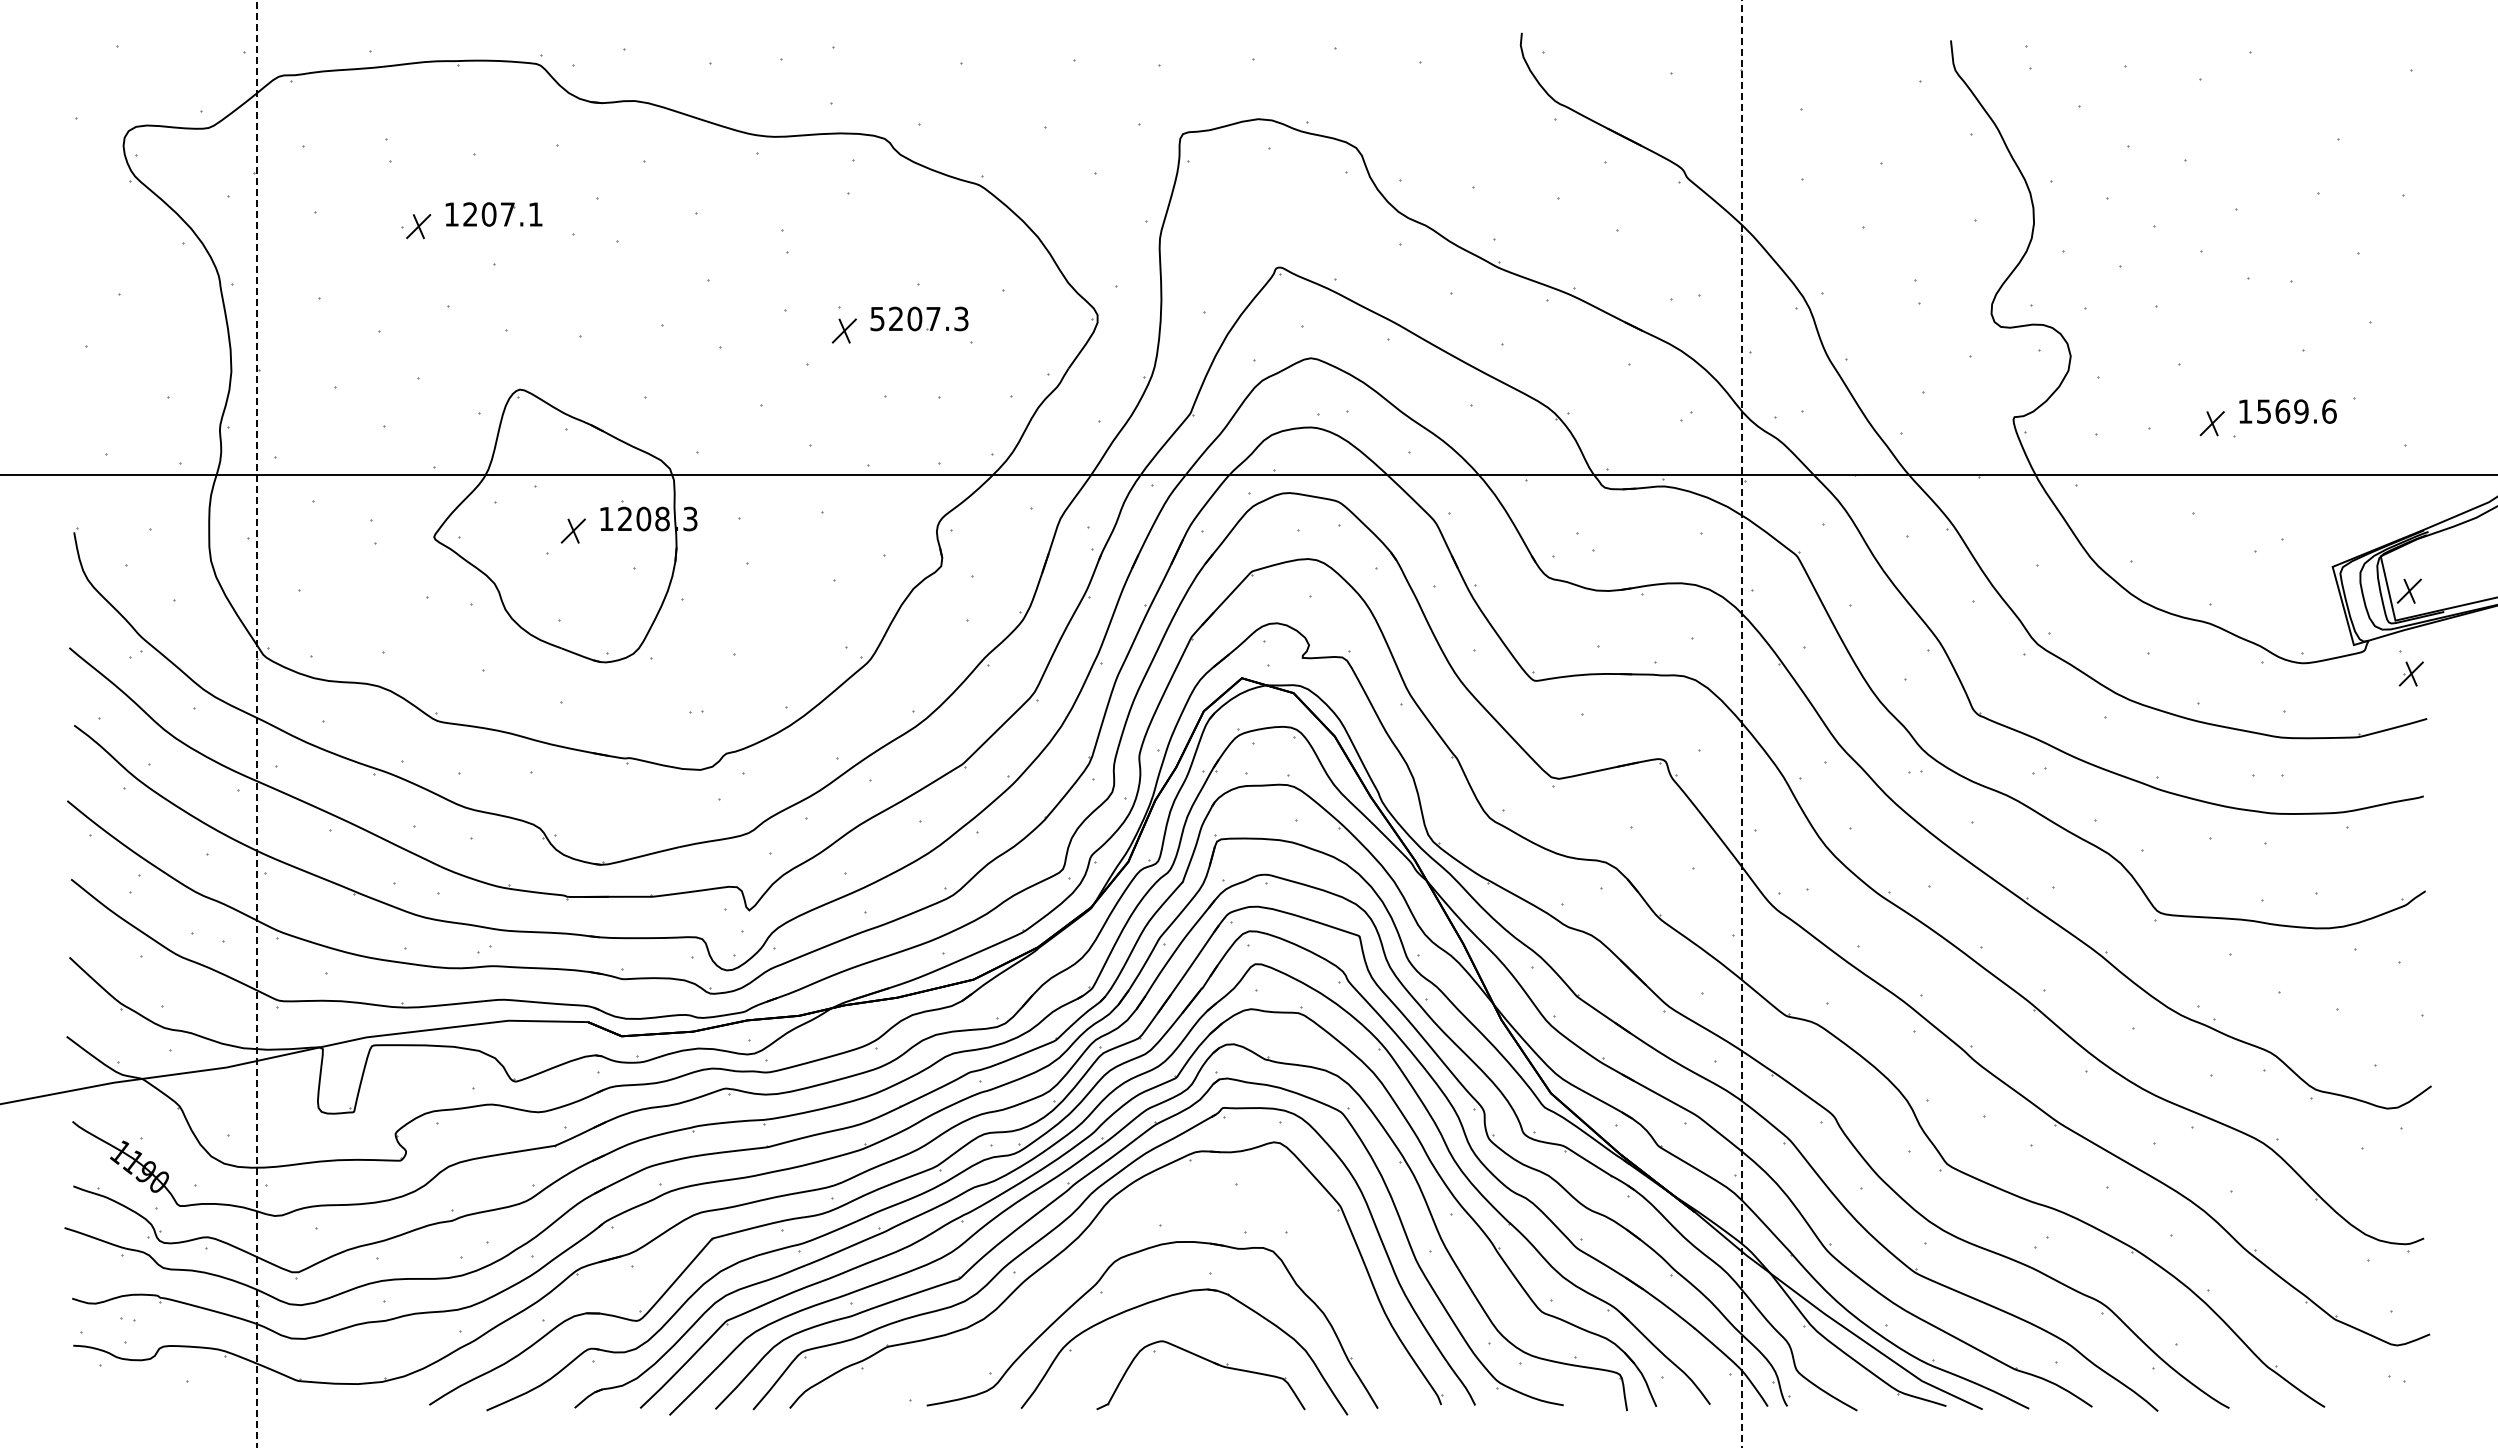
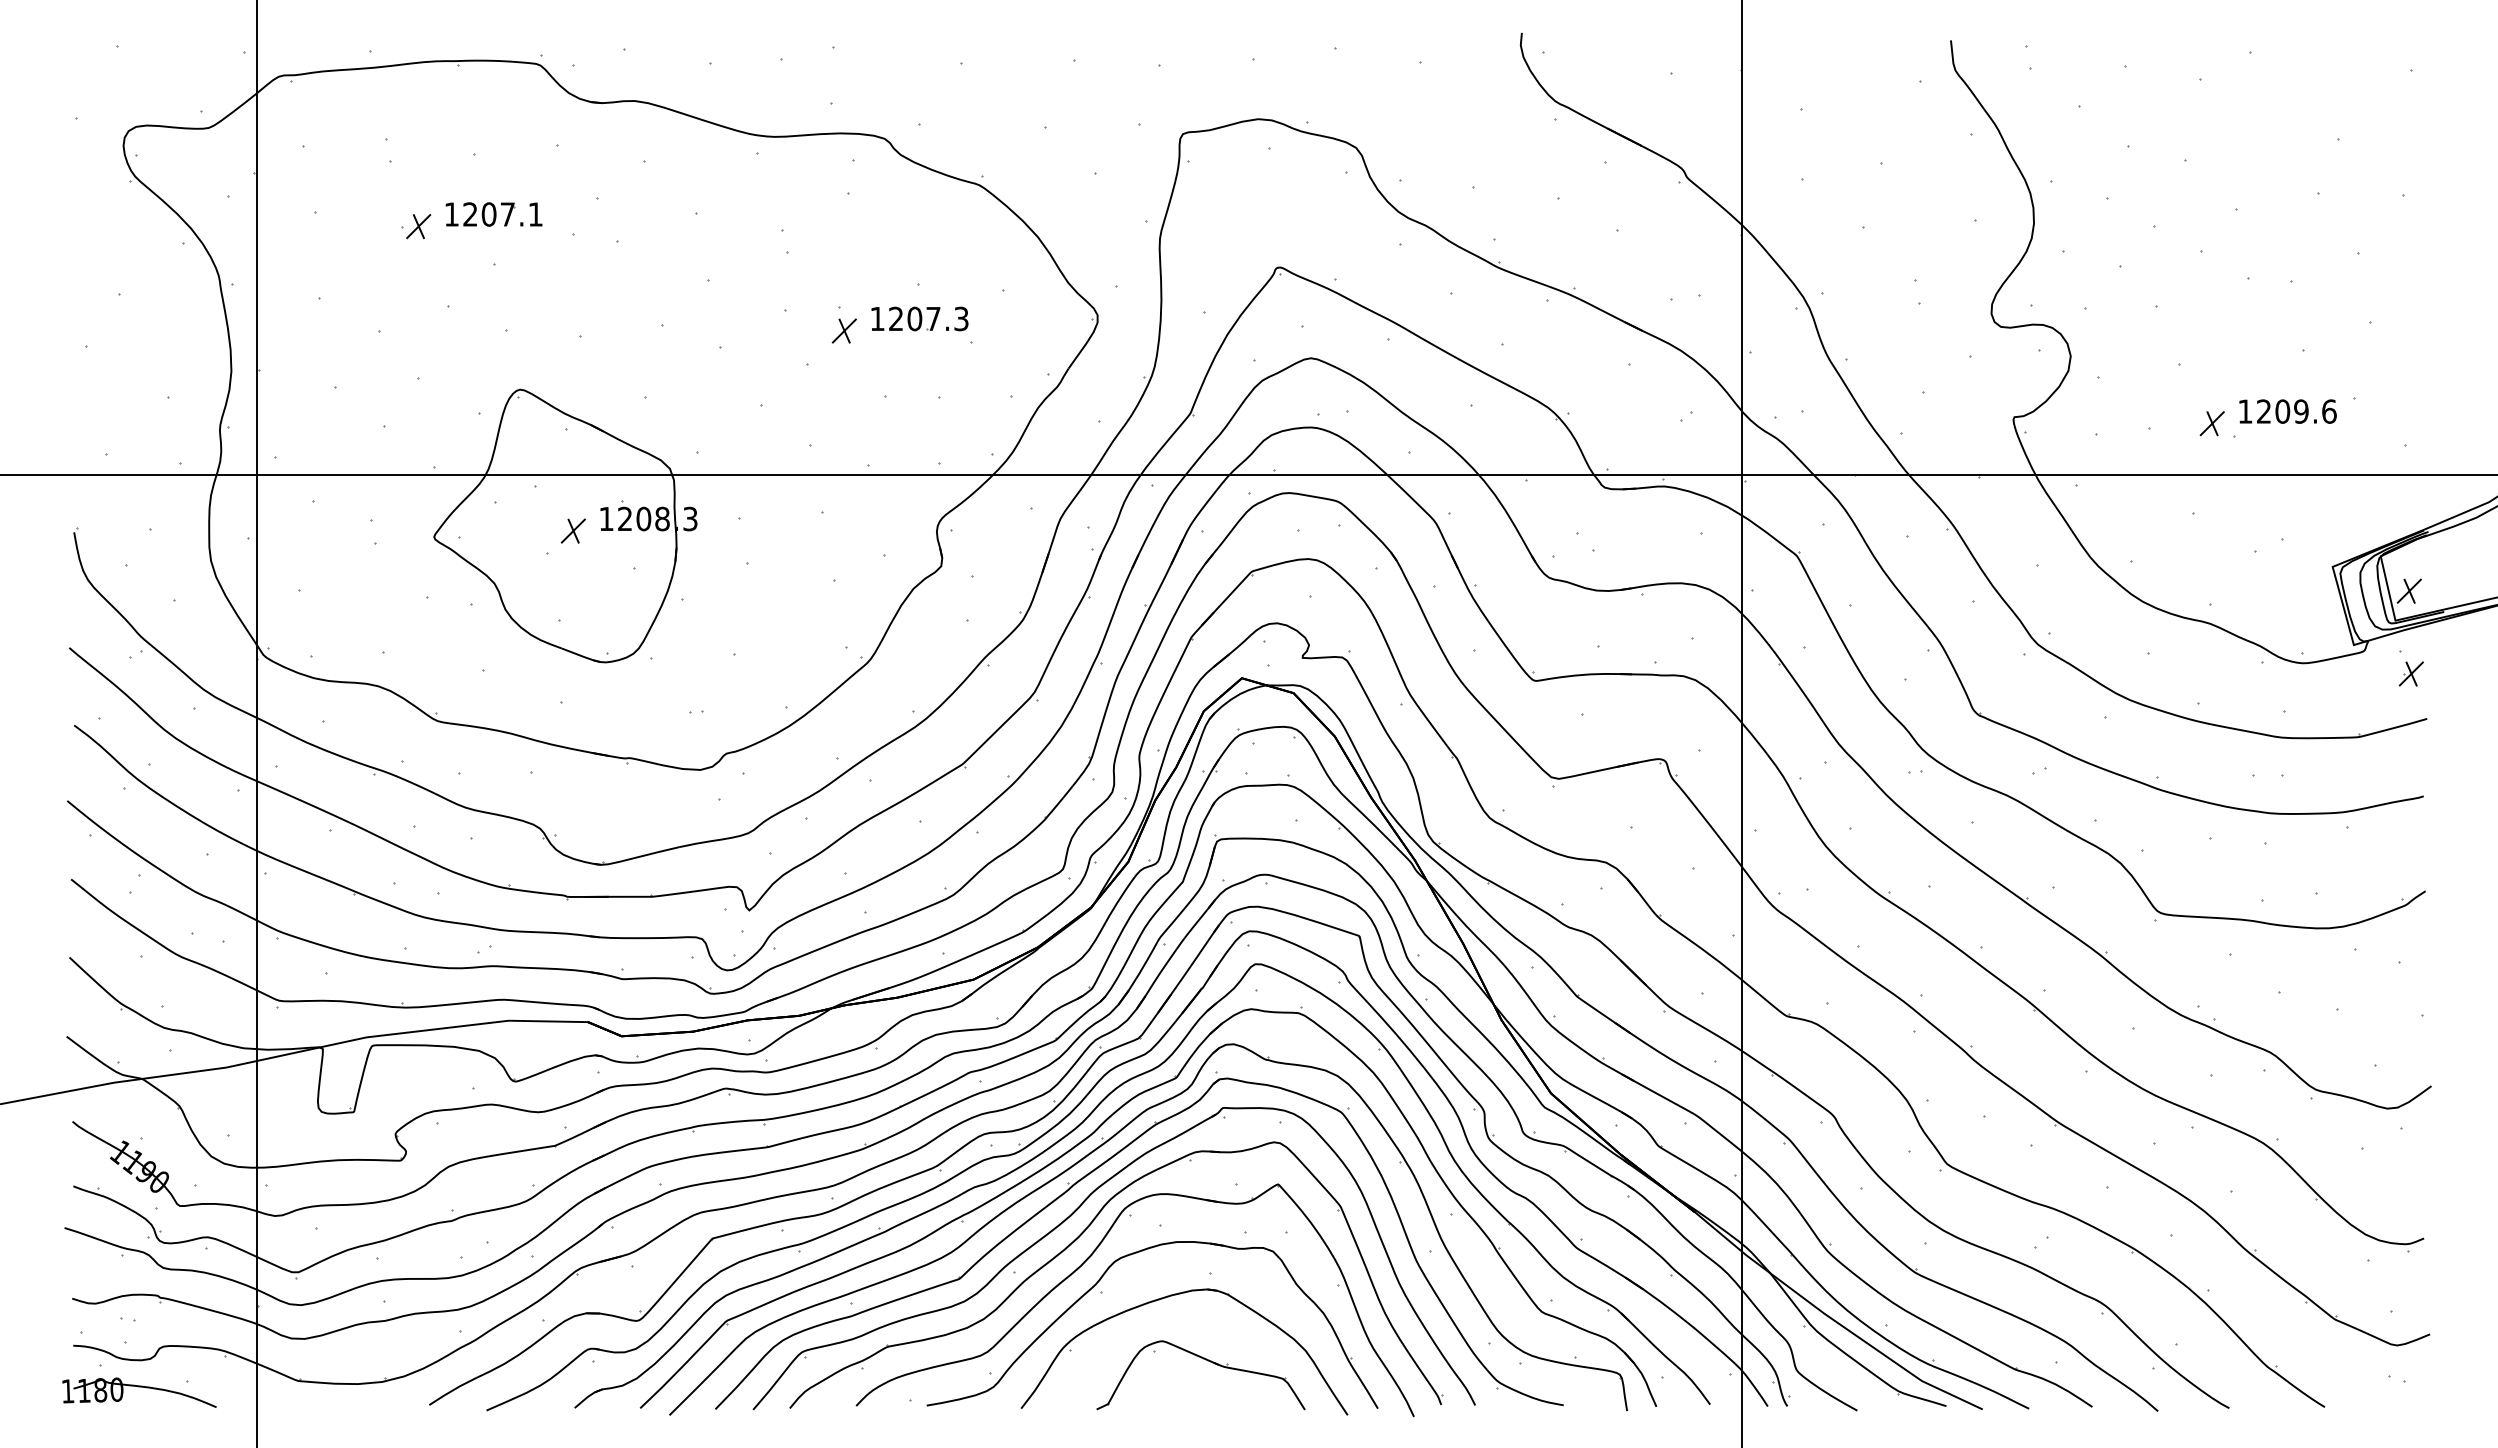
text at (877, 319): 5207.3 -> 1207.3
text at (2273, 411): 1569.6 -> 1209.6
line at (1741, 723): dashed -> solid
line at (256, 725): dashed -> solid
part at (1091, 1256): none -> present
part at (139, 1392): none -> present
